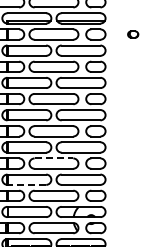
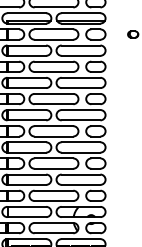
line at (54, 158): dashed -> solid
line at (26, 184): dashed -> solid
